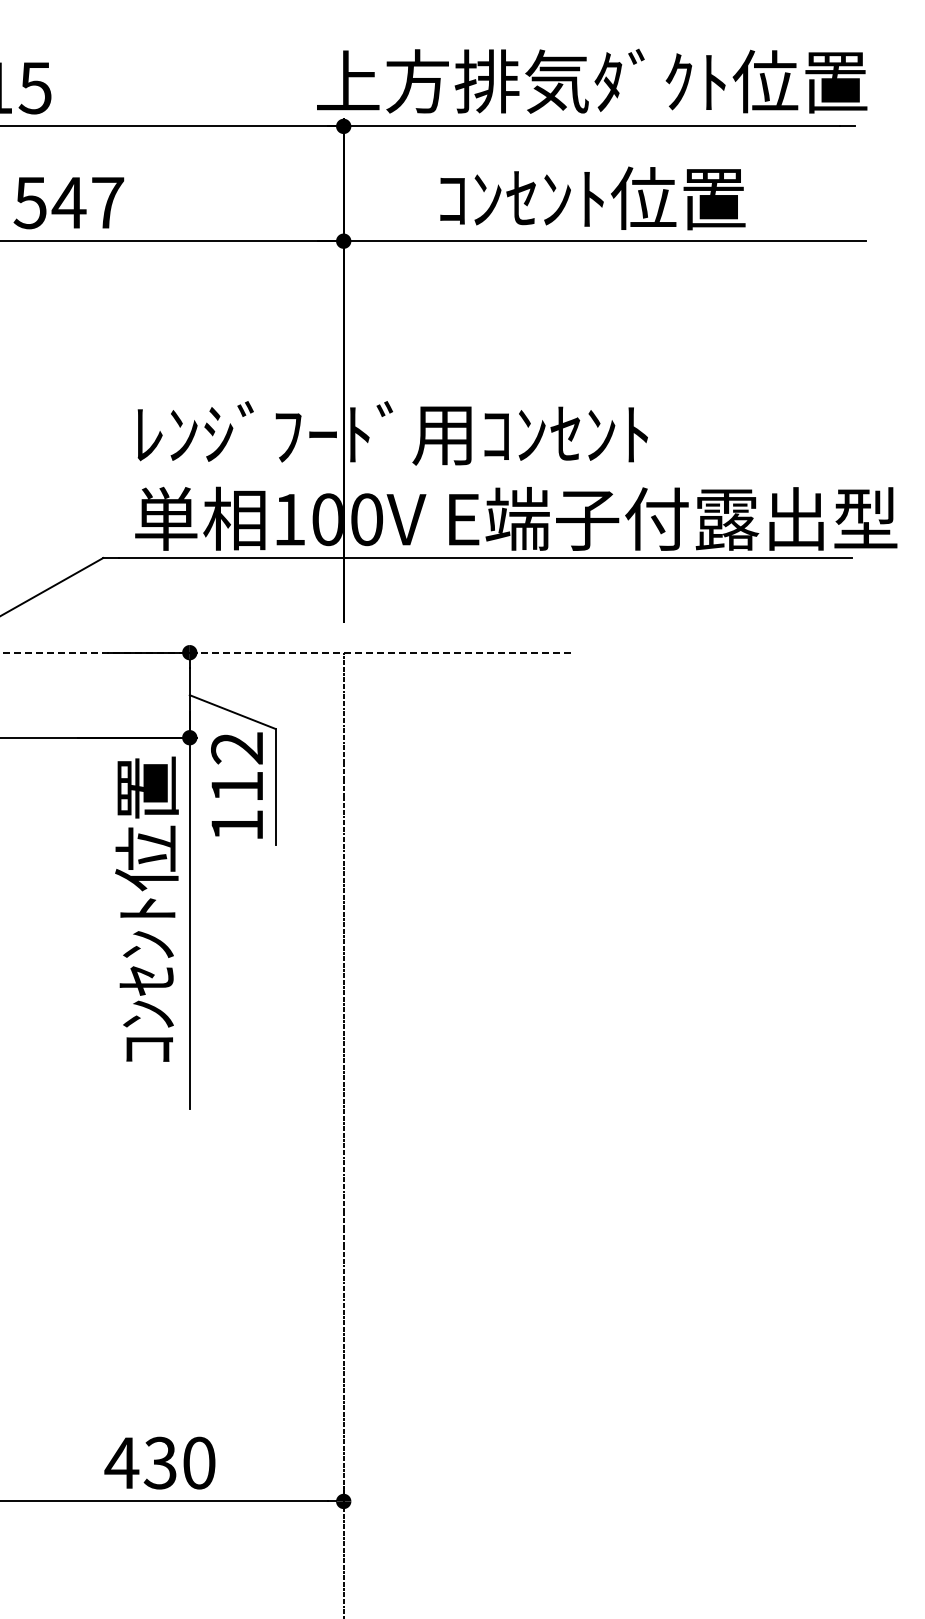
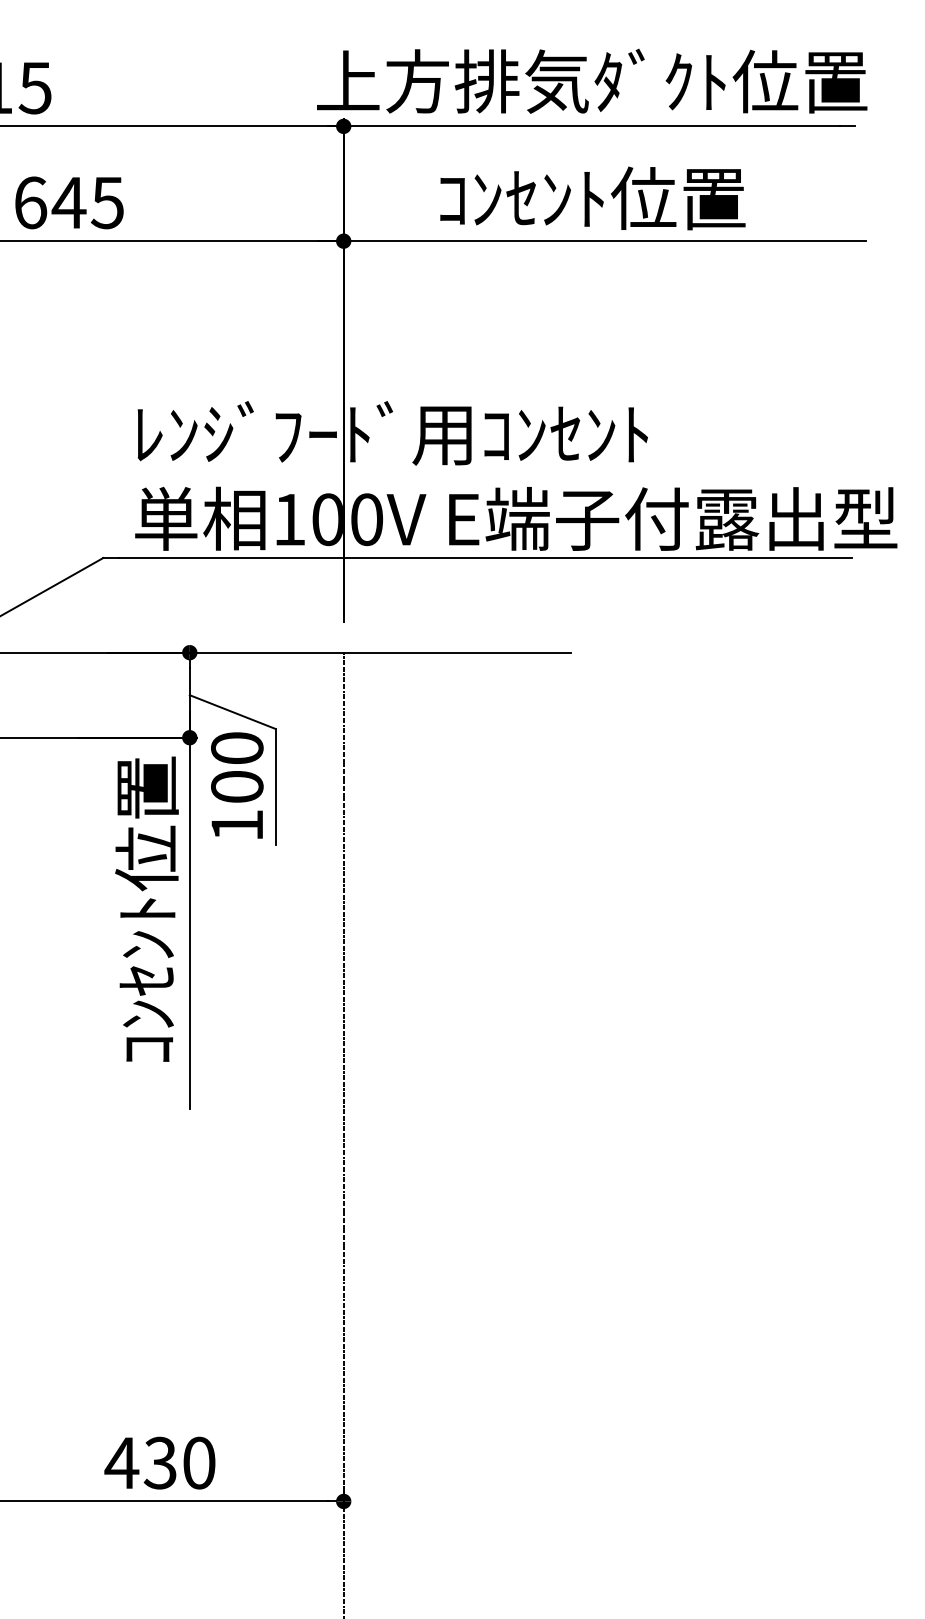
text at (68, 202): 547 -> 645
line at (285, 652): dashed -> solid
text at (237, 767): 112 -> 100
